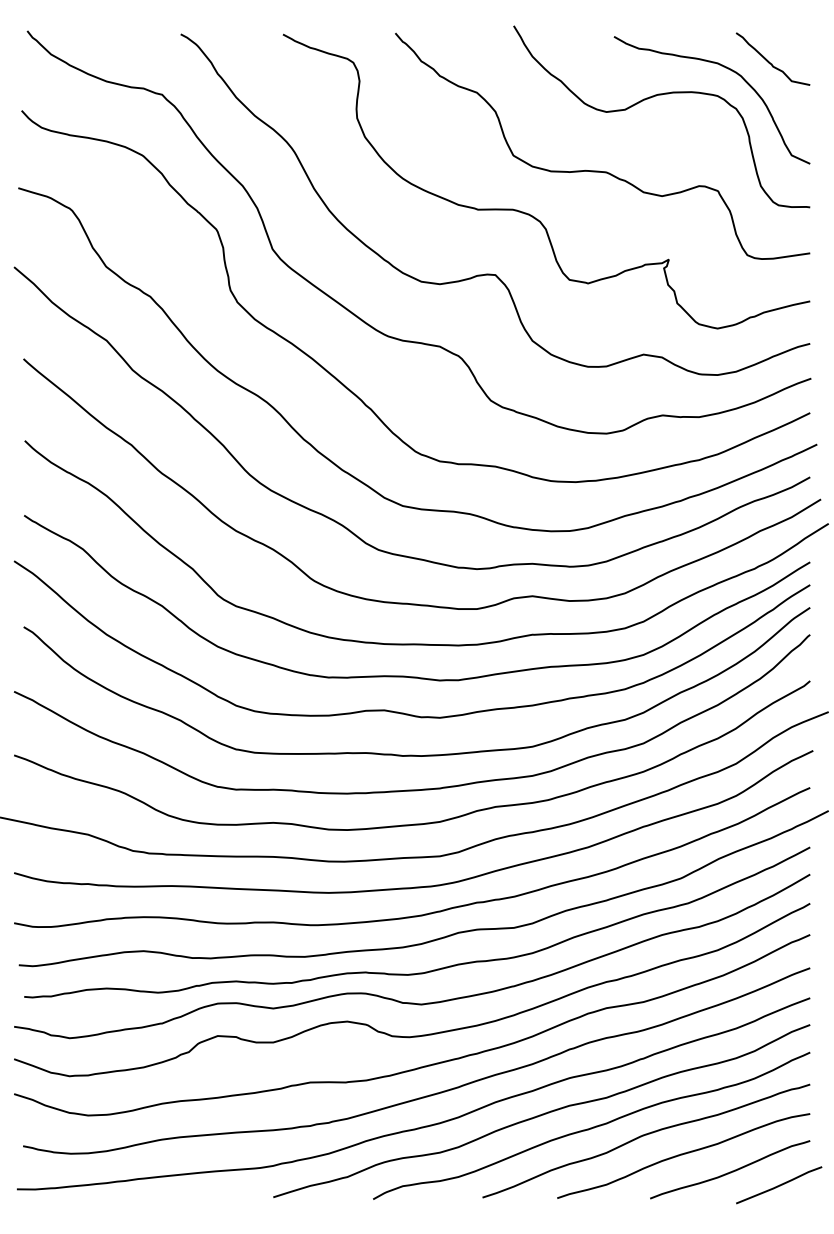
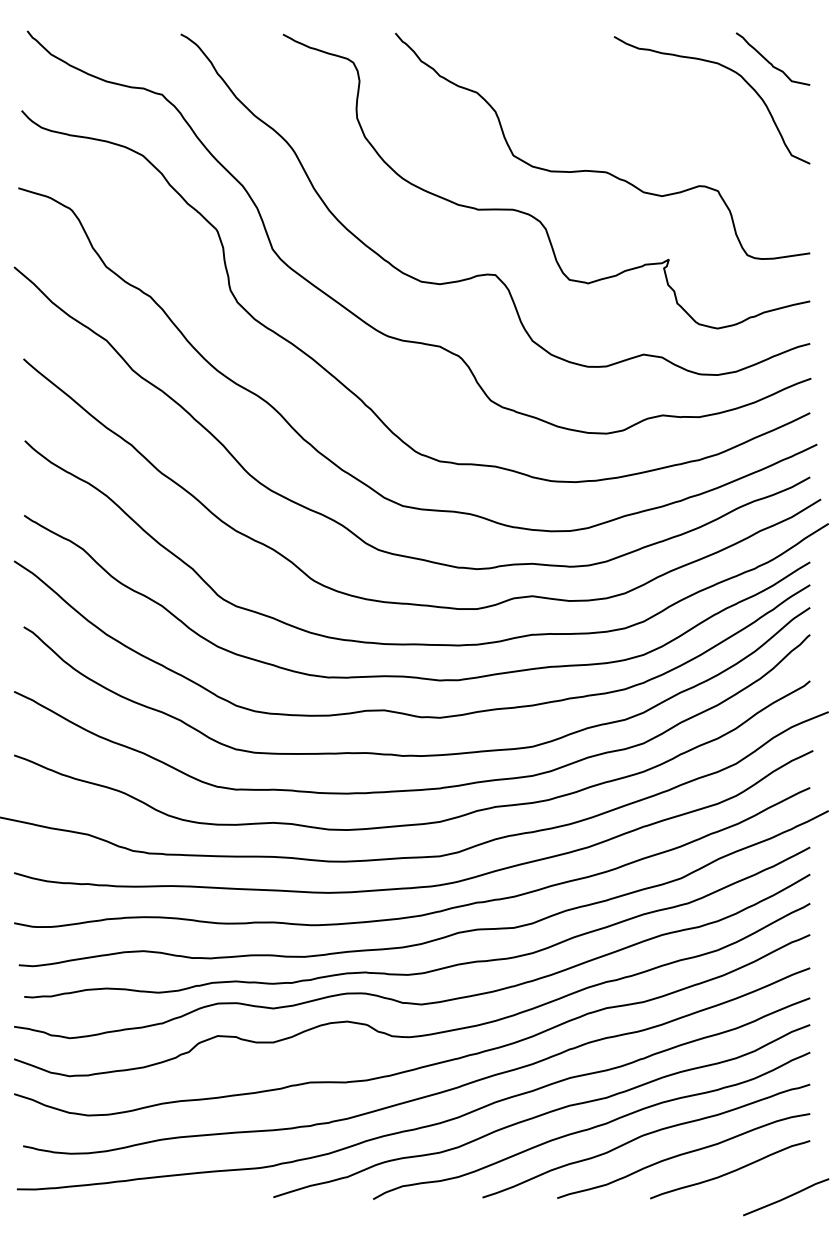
curve at (656, 96): present -> none
line at (779, 1185) position: (779, 1185) -> (786, 1197)
